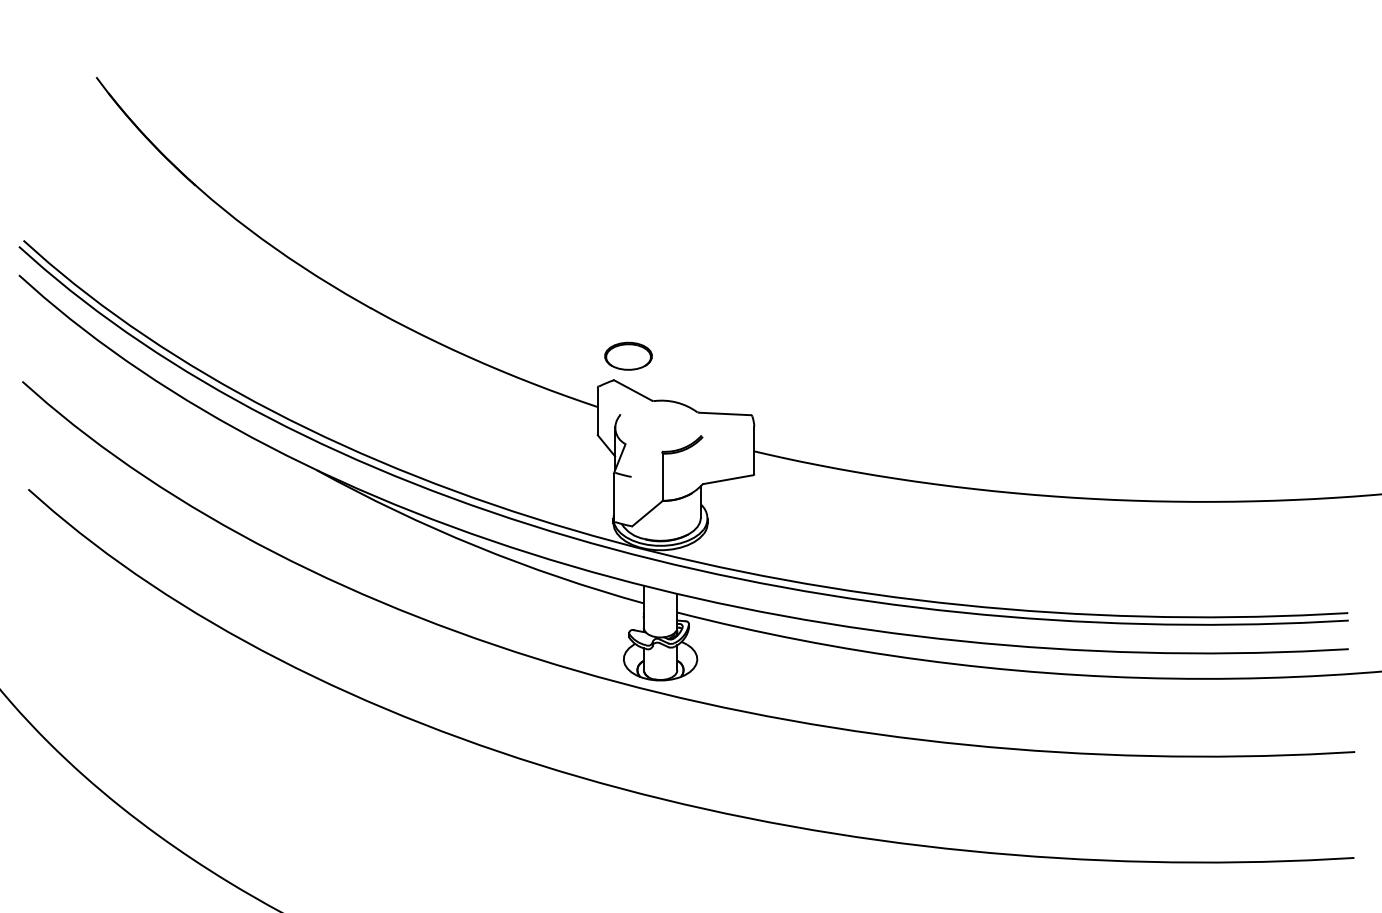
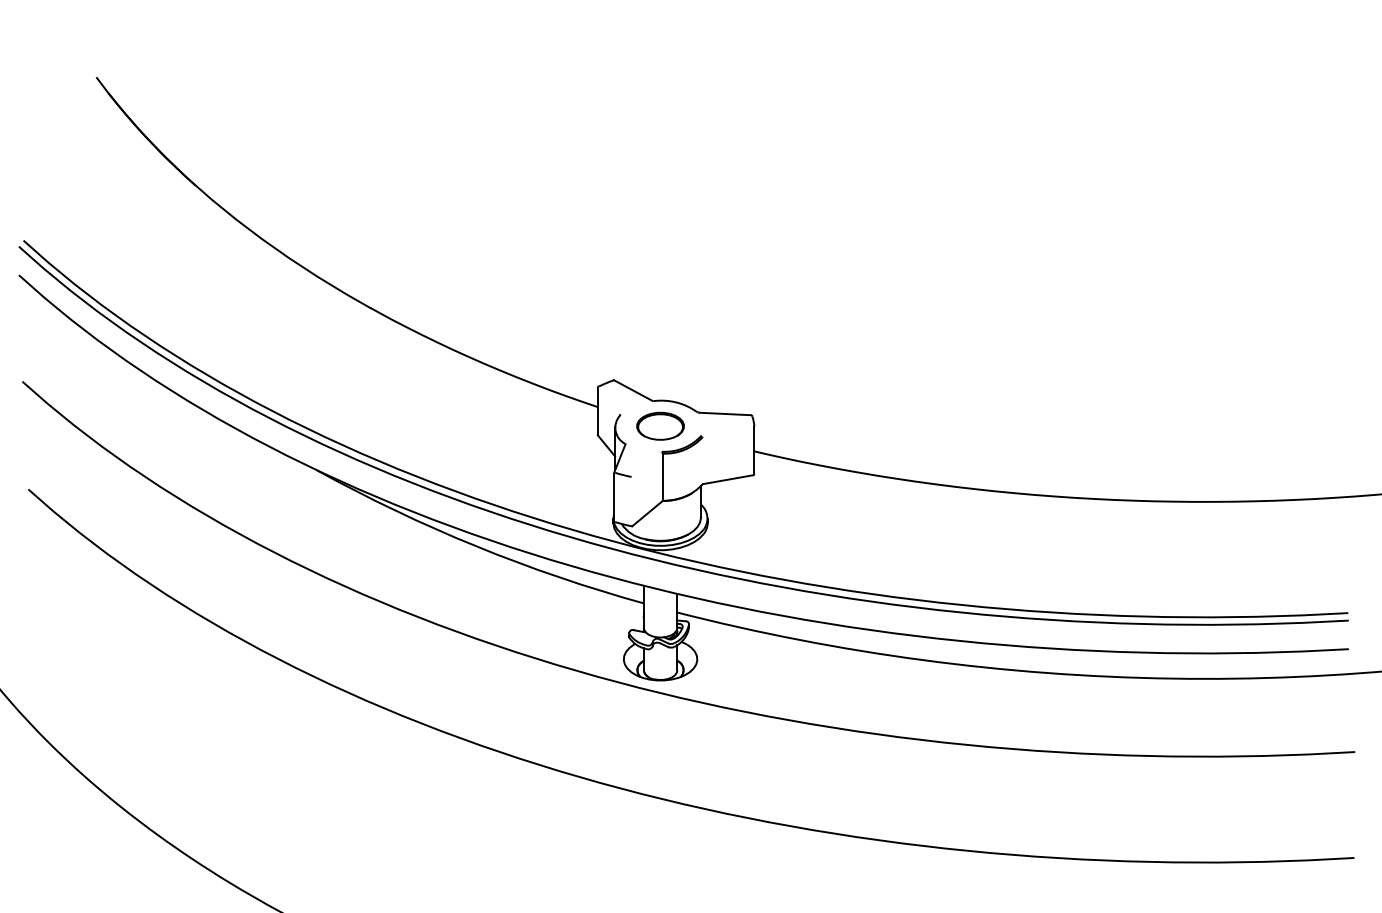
part at (628, 355) position: (628, 355) -> (660, 425)
